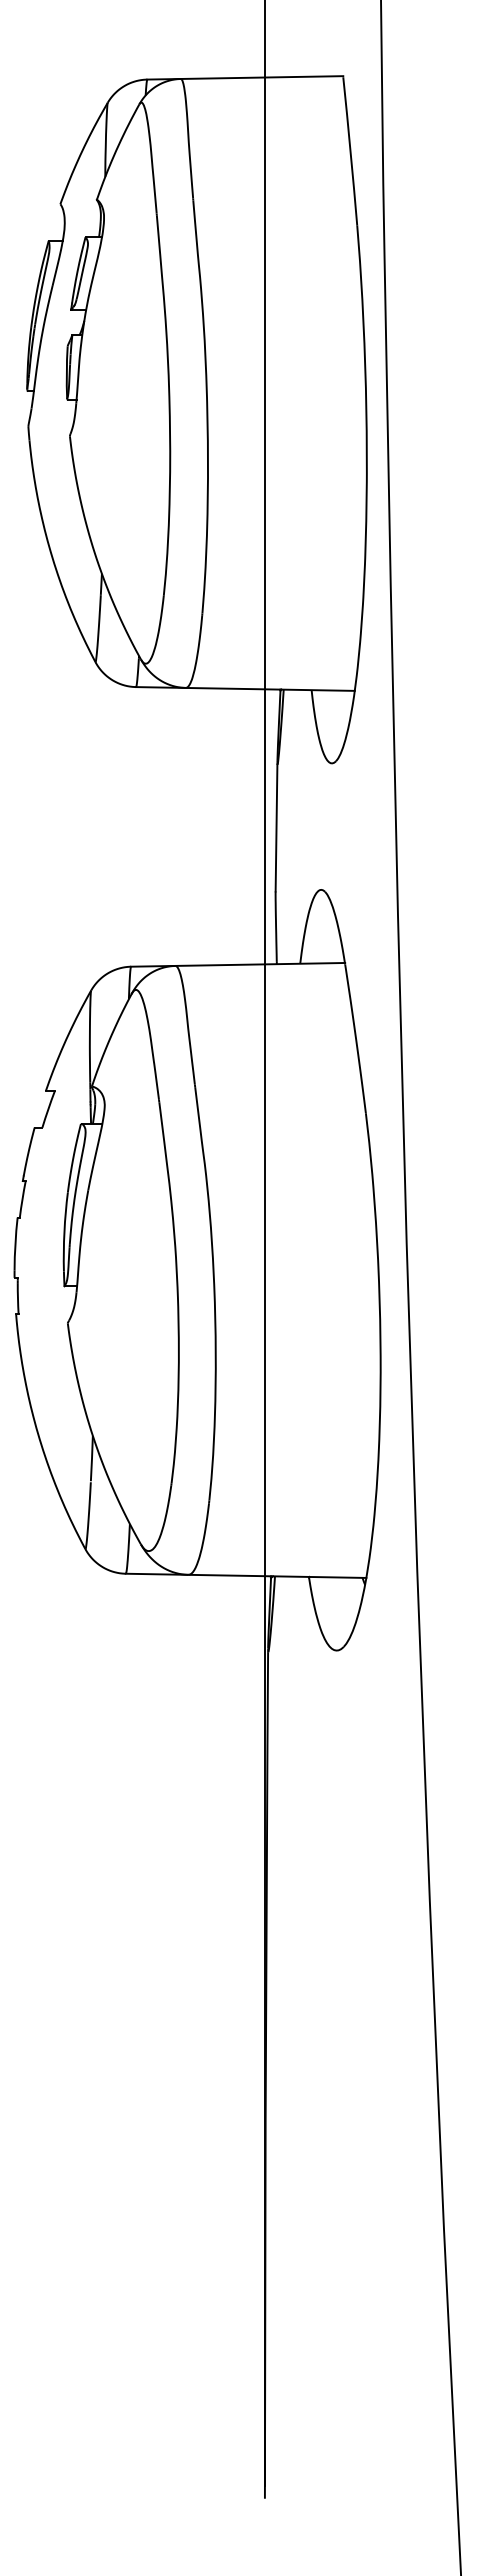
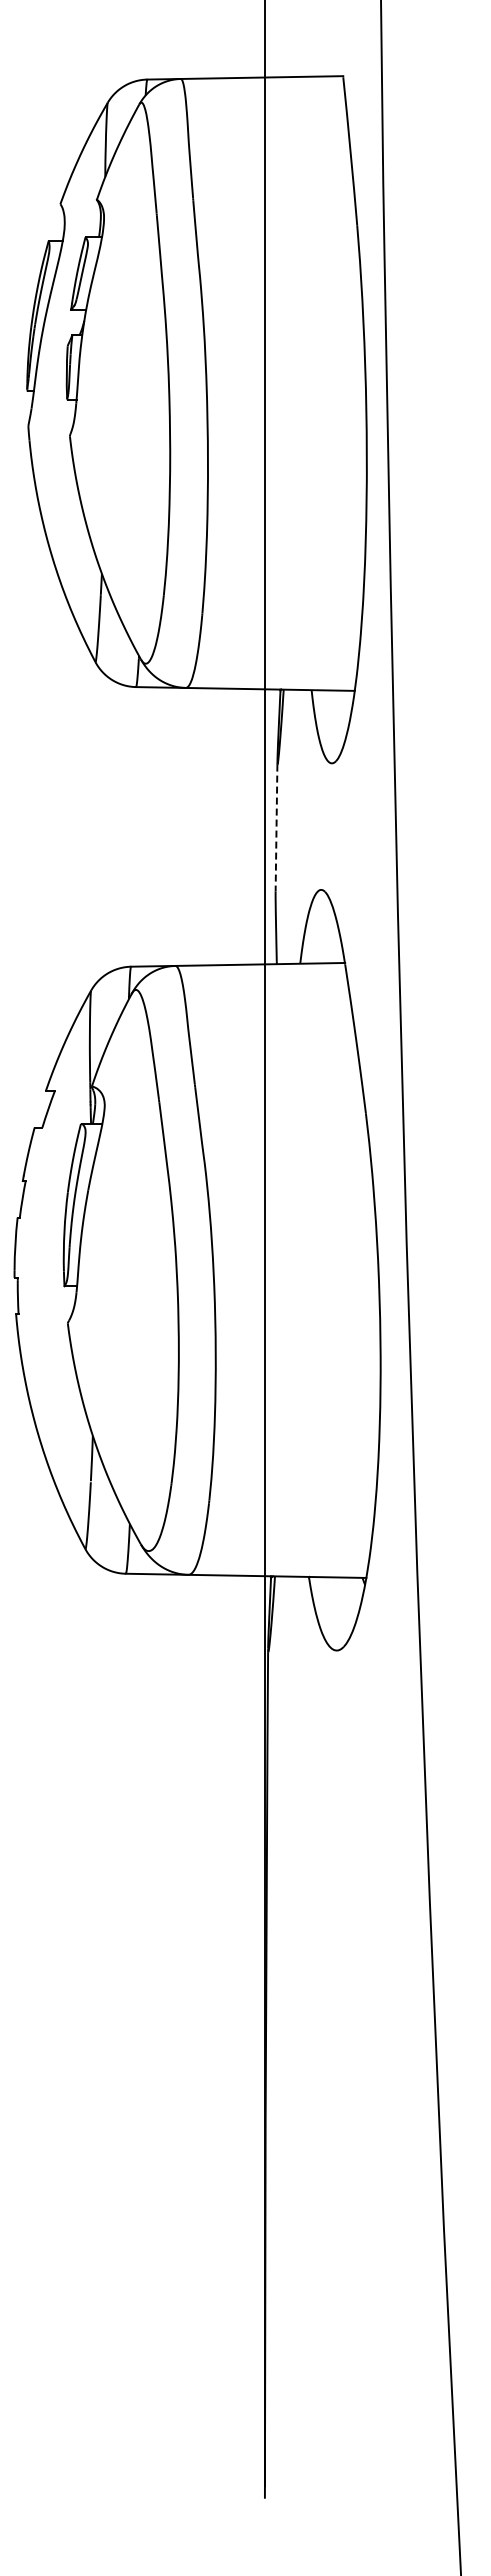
line at (276, 828): solid -> dashed
